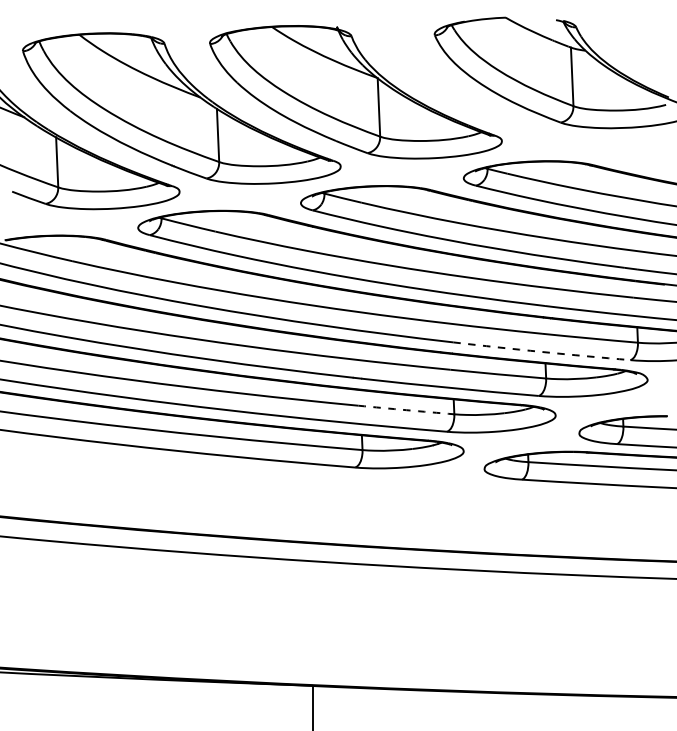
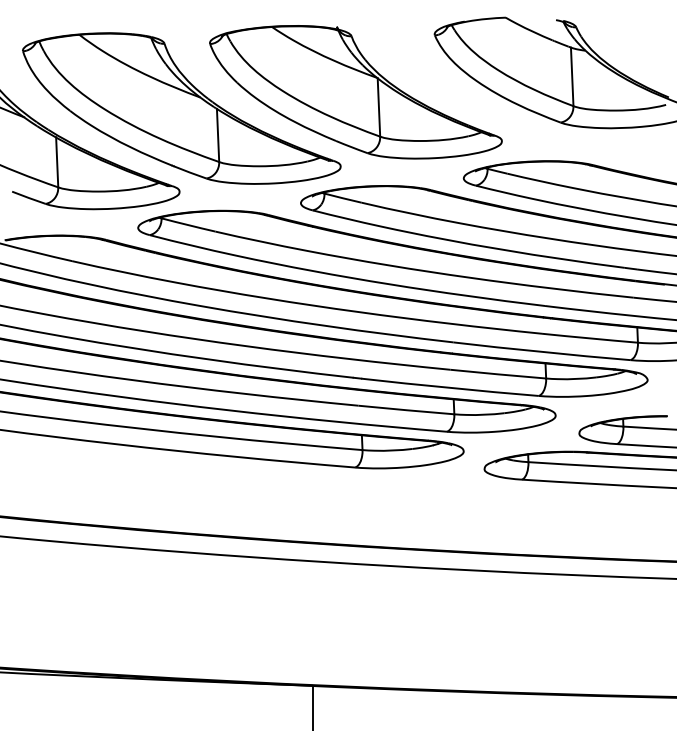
arc at (541, 351): dashed -> solid
arc at (406, 410): dashed -> solid
